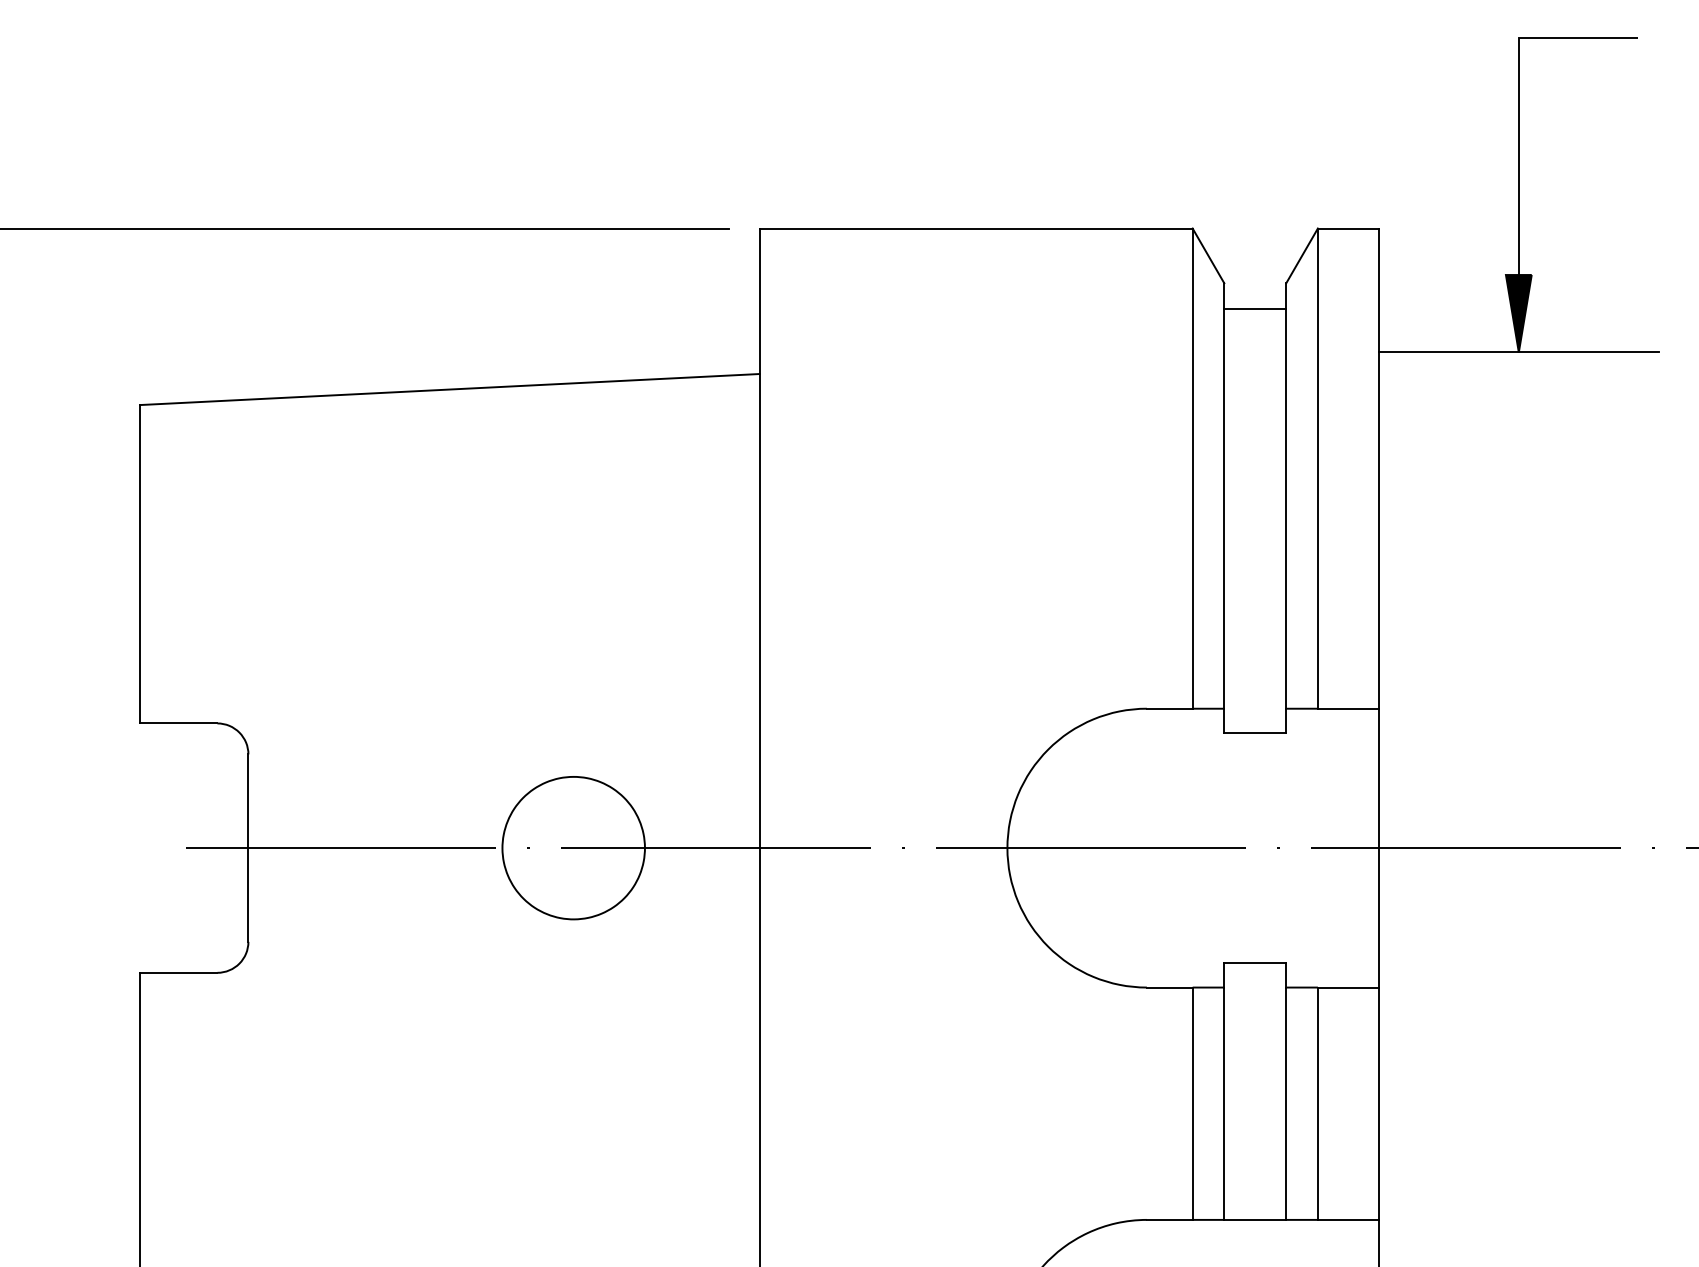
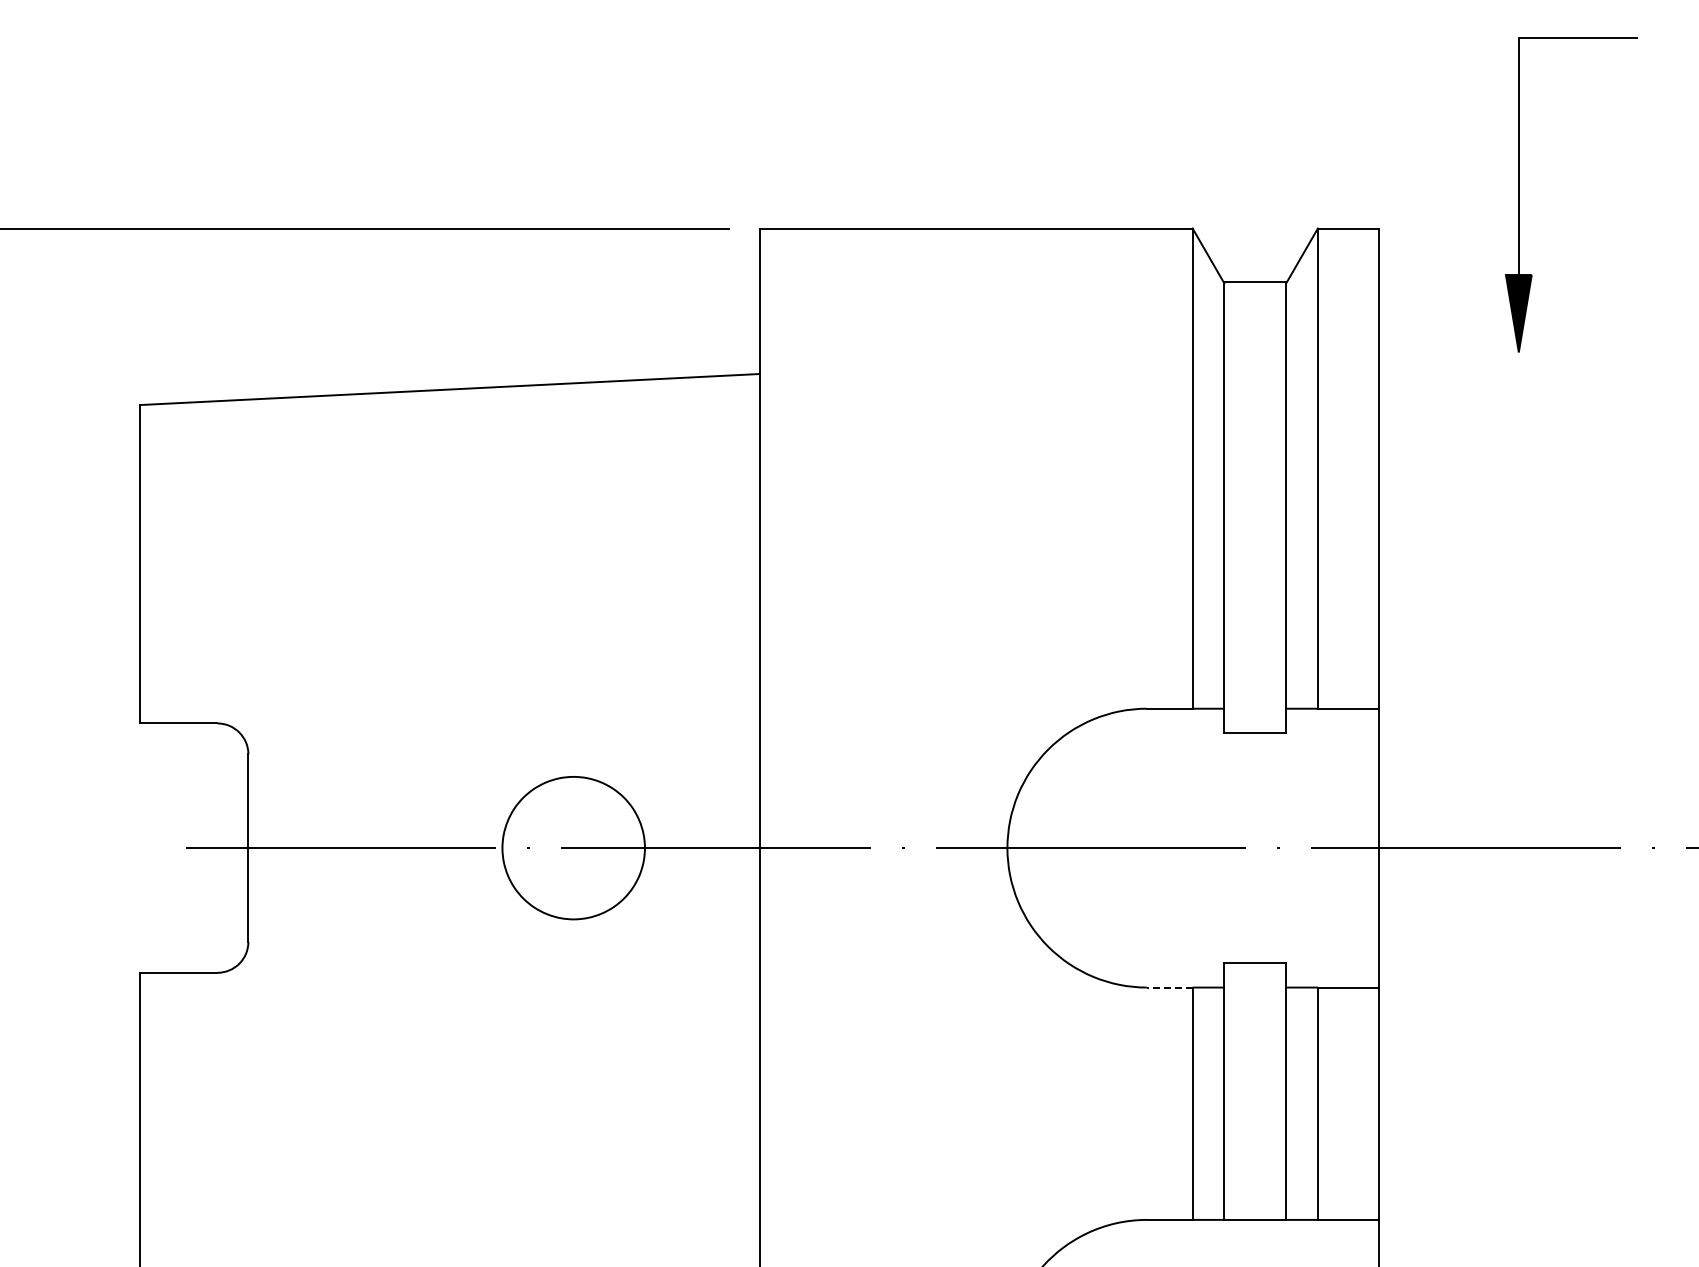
line at (1255, 309) position: (1255, 309) -> (1255, 282)
line at (1518, 352): present -> none
line at (1169, 987): solid -> dashed
